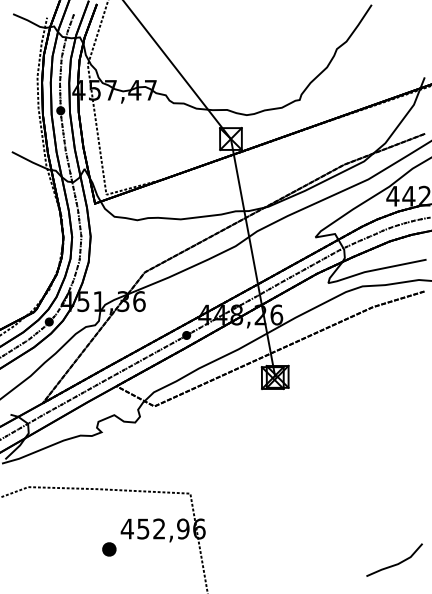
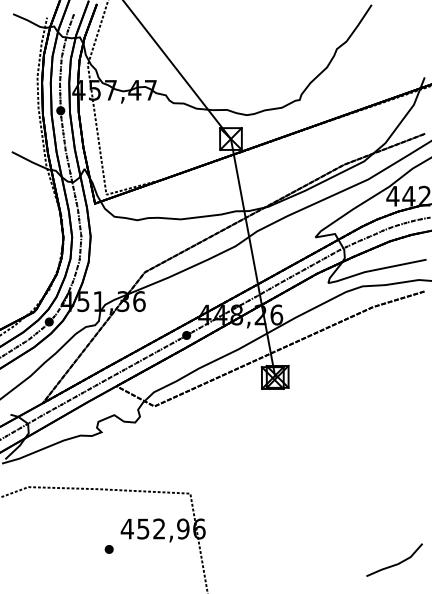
part at (109, 549) size: 15x15 px -> 10x9 px
